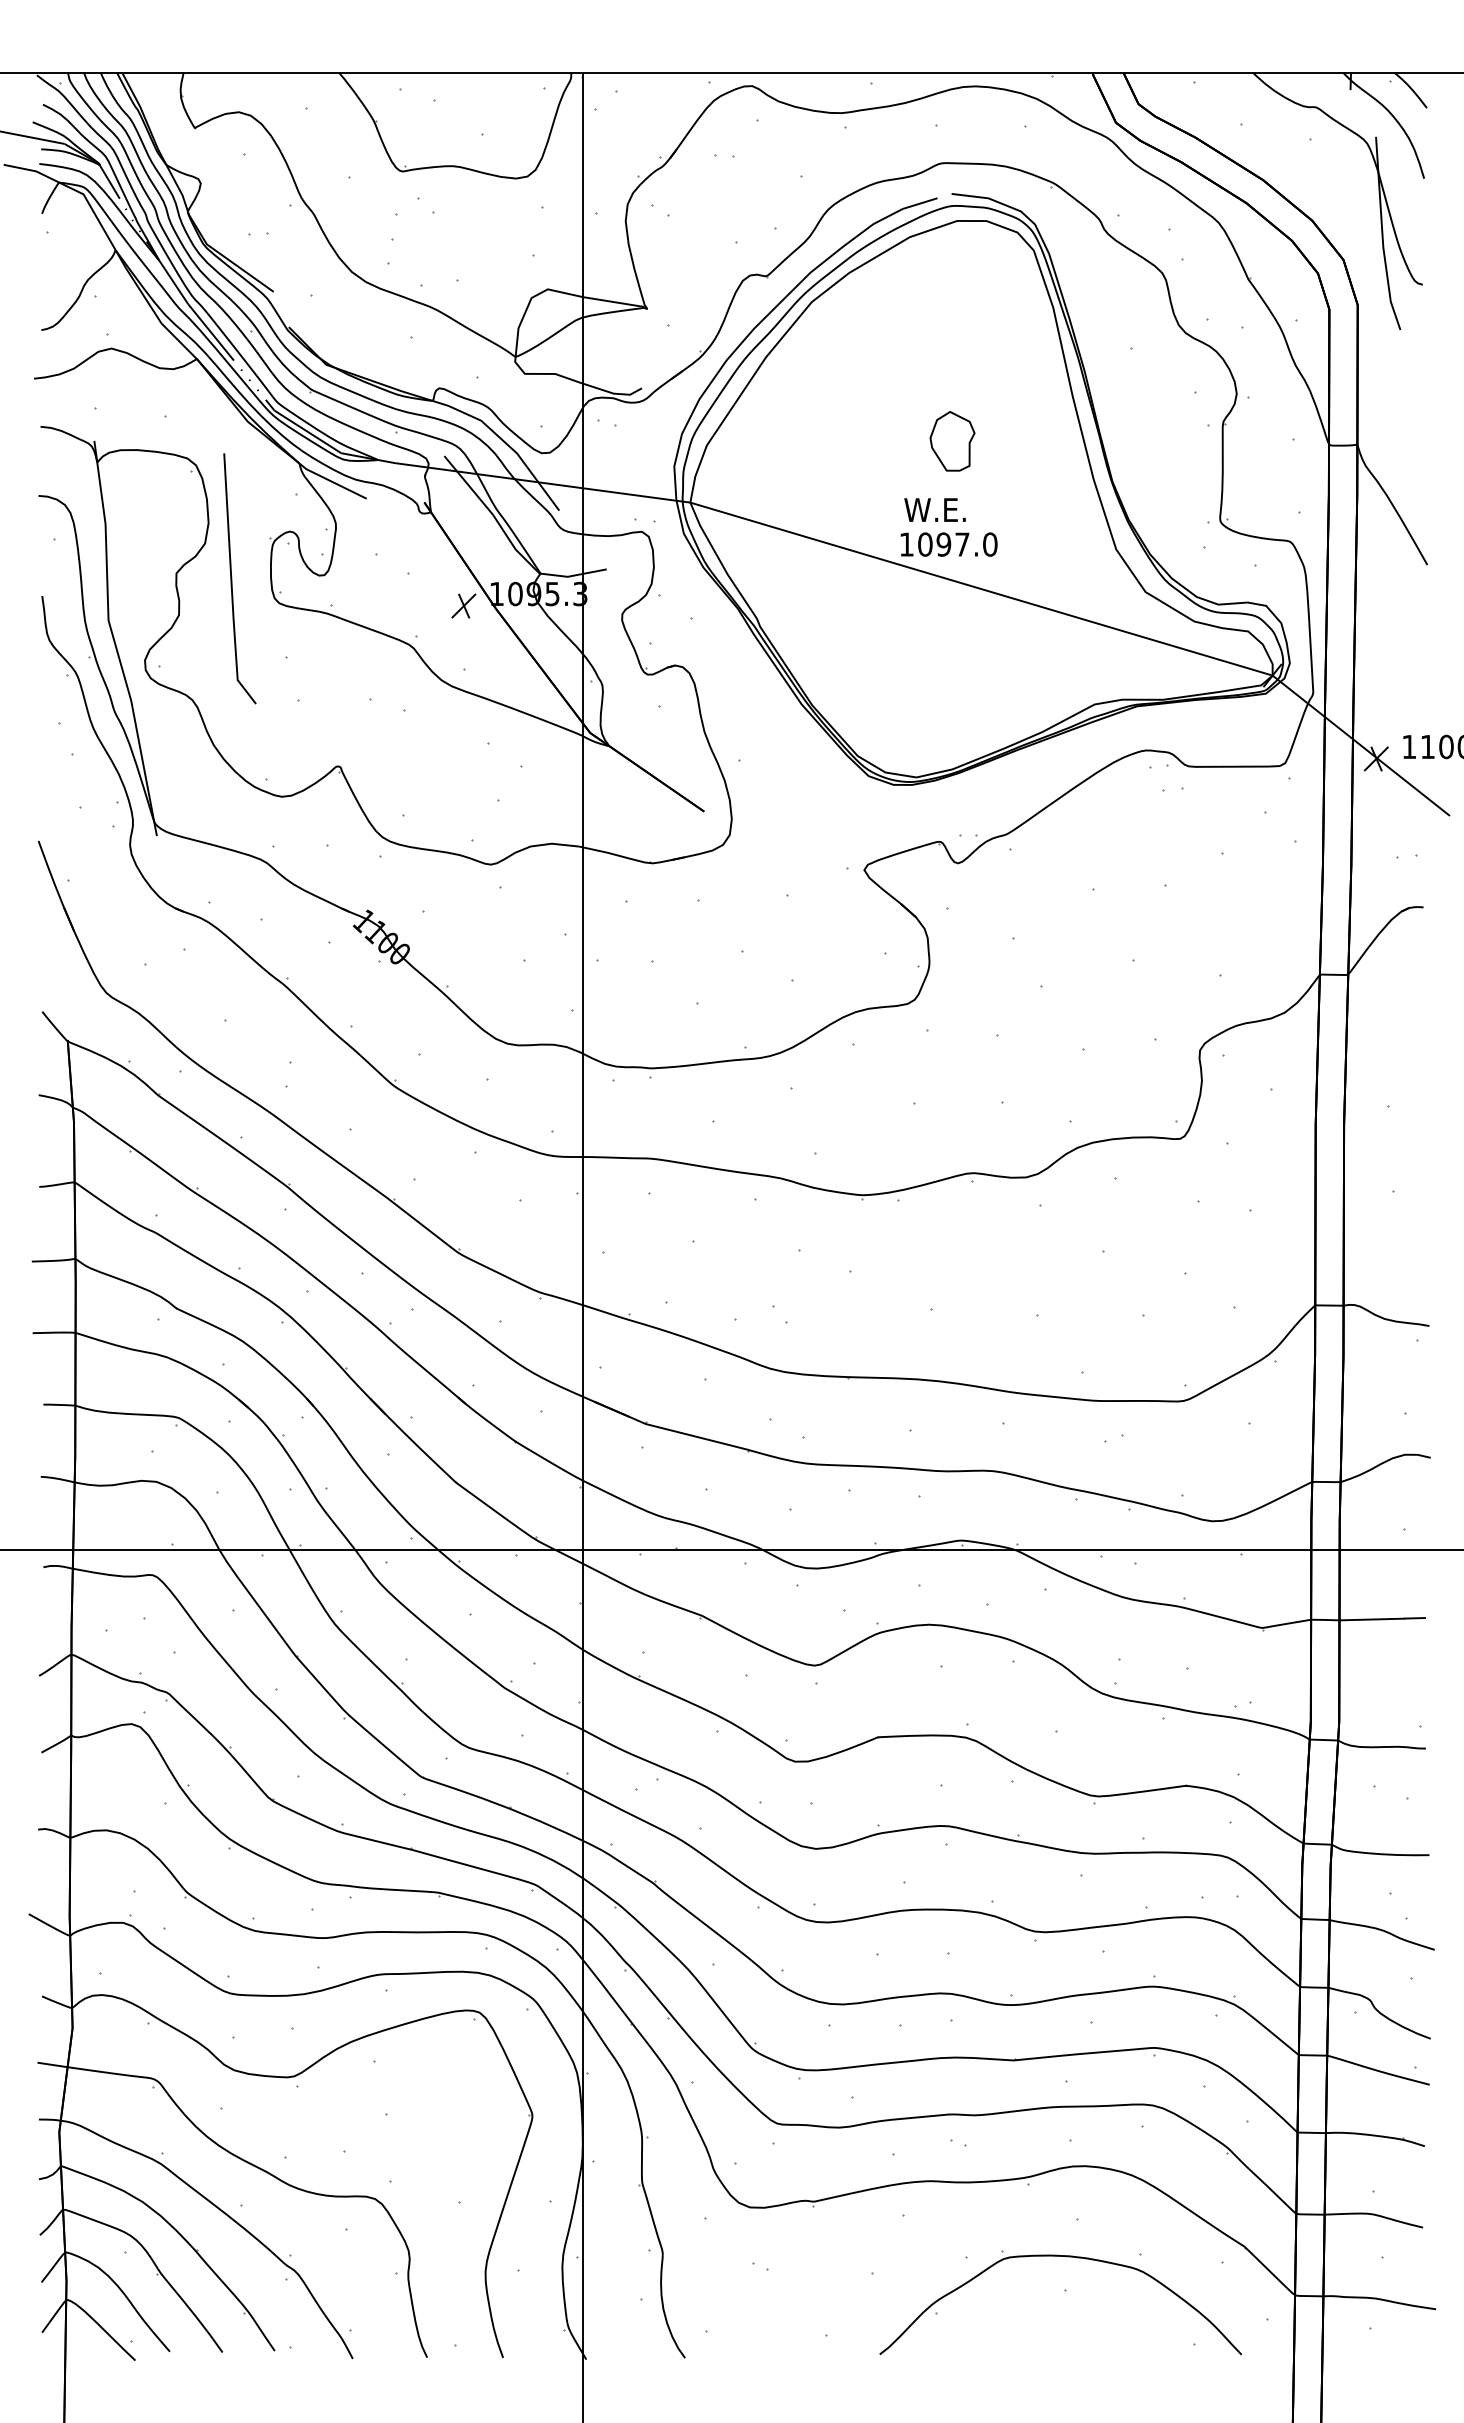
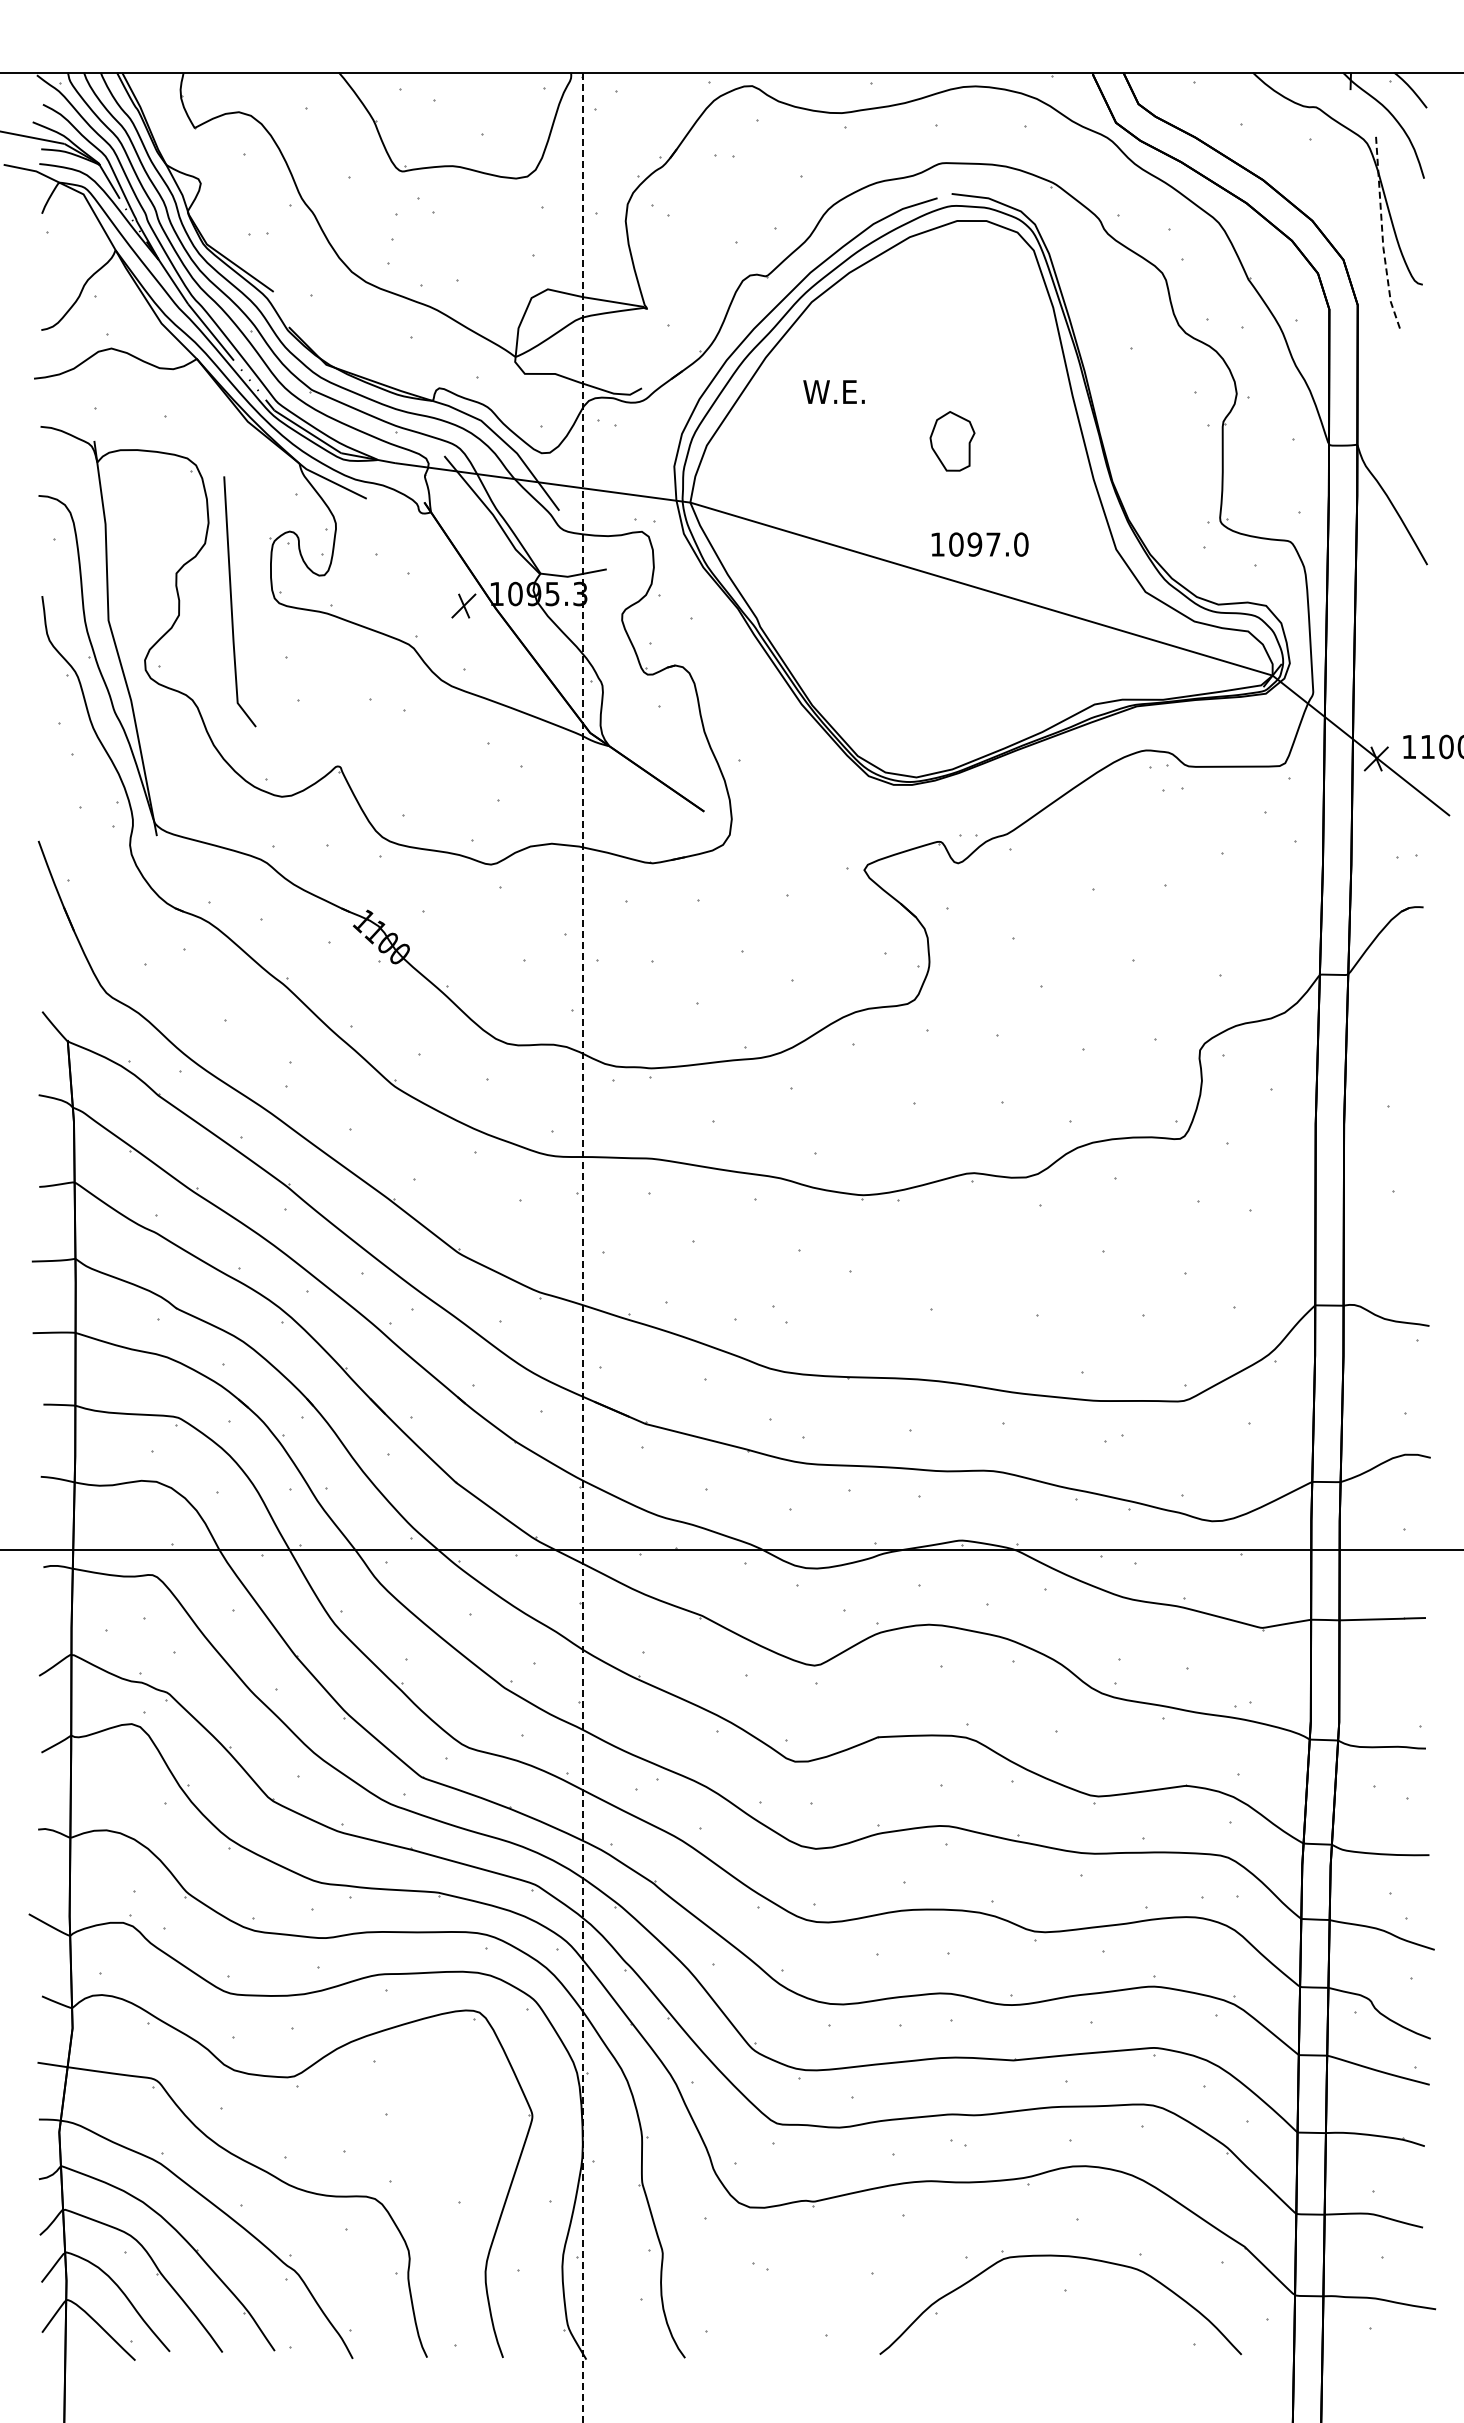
line at (1382, 235): solid -> dashed
text at (934, 509) position: (934, 509) -> (833, 391)
text at (948, 544) position: (948, 544) -> (979, 544)
line at (232, 578) position: (232, 578) -> (232, 601)
line at (583, 1247): solid -> dashed
